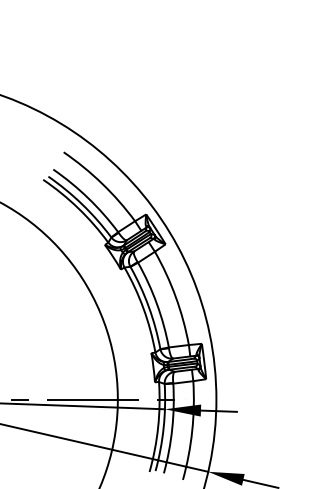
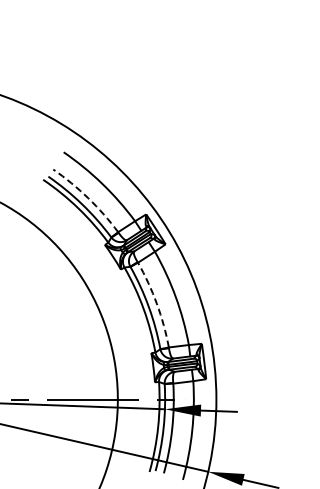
arc at (88, 198): solid -> dashed
arc at (156, 303): solid -> dashed
